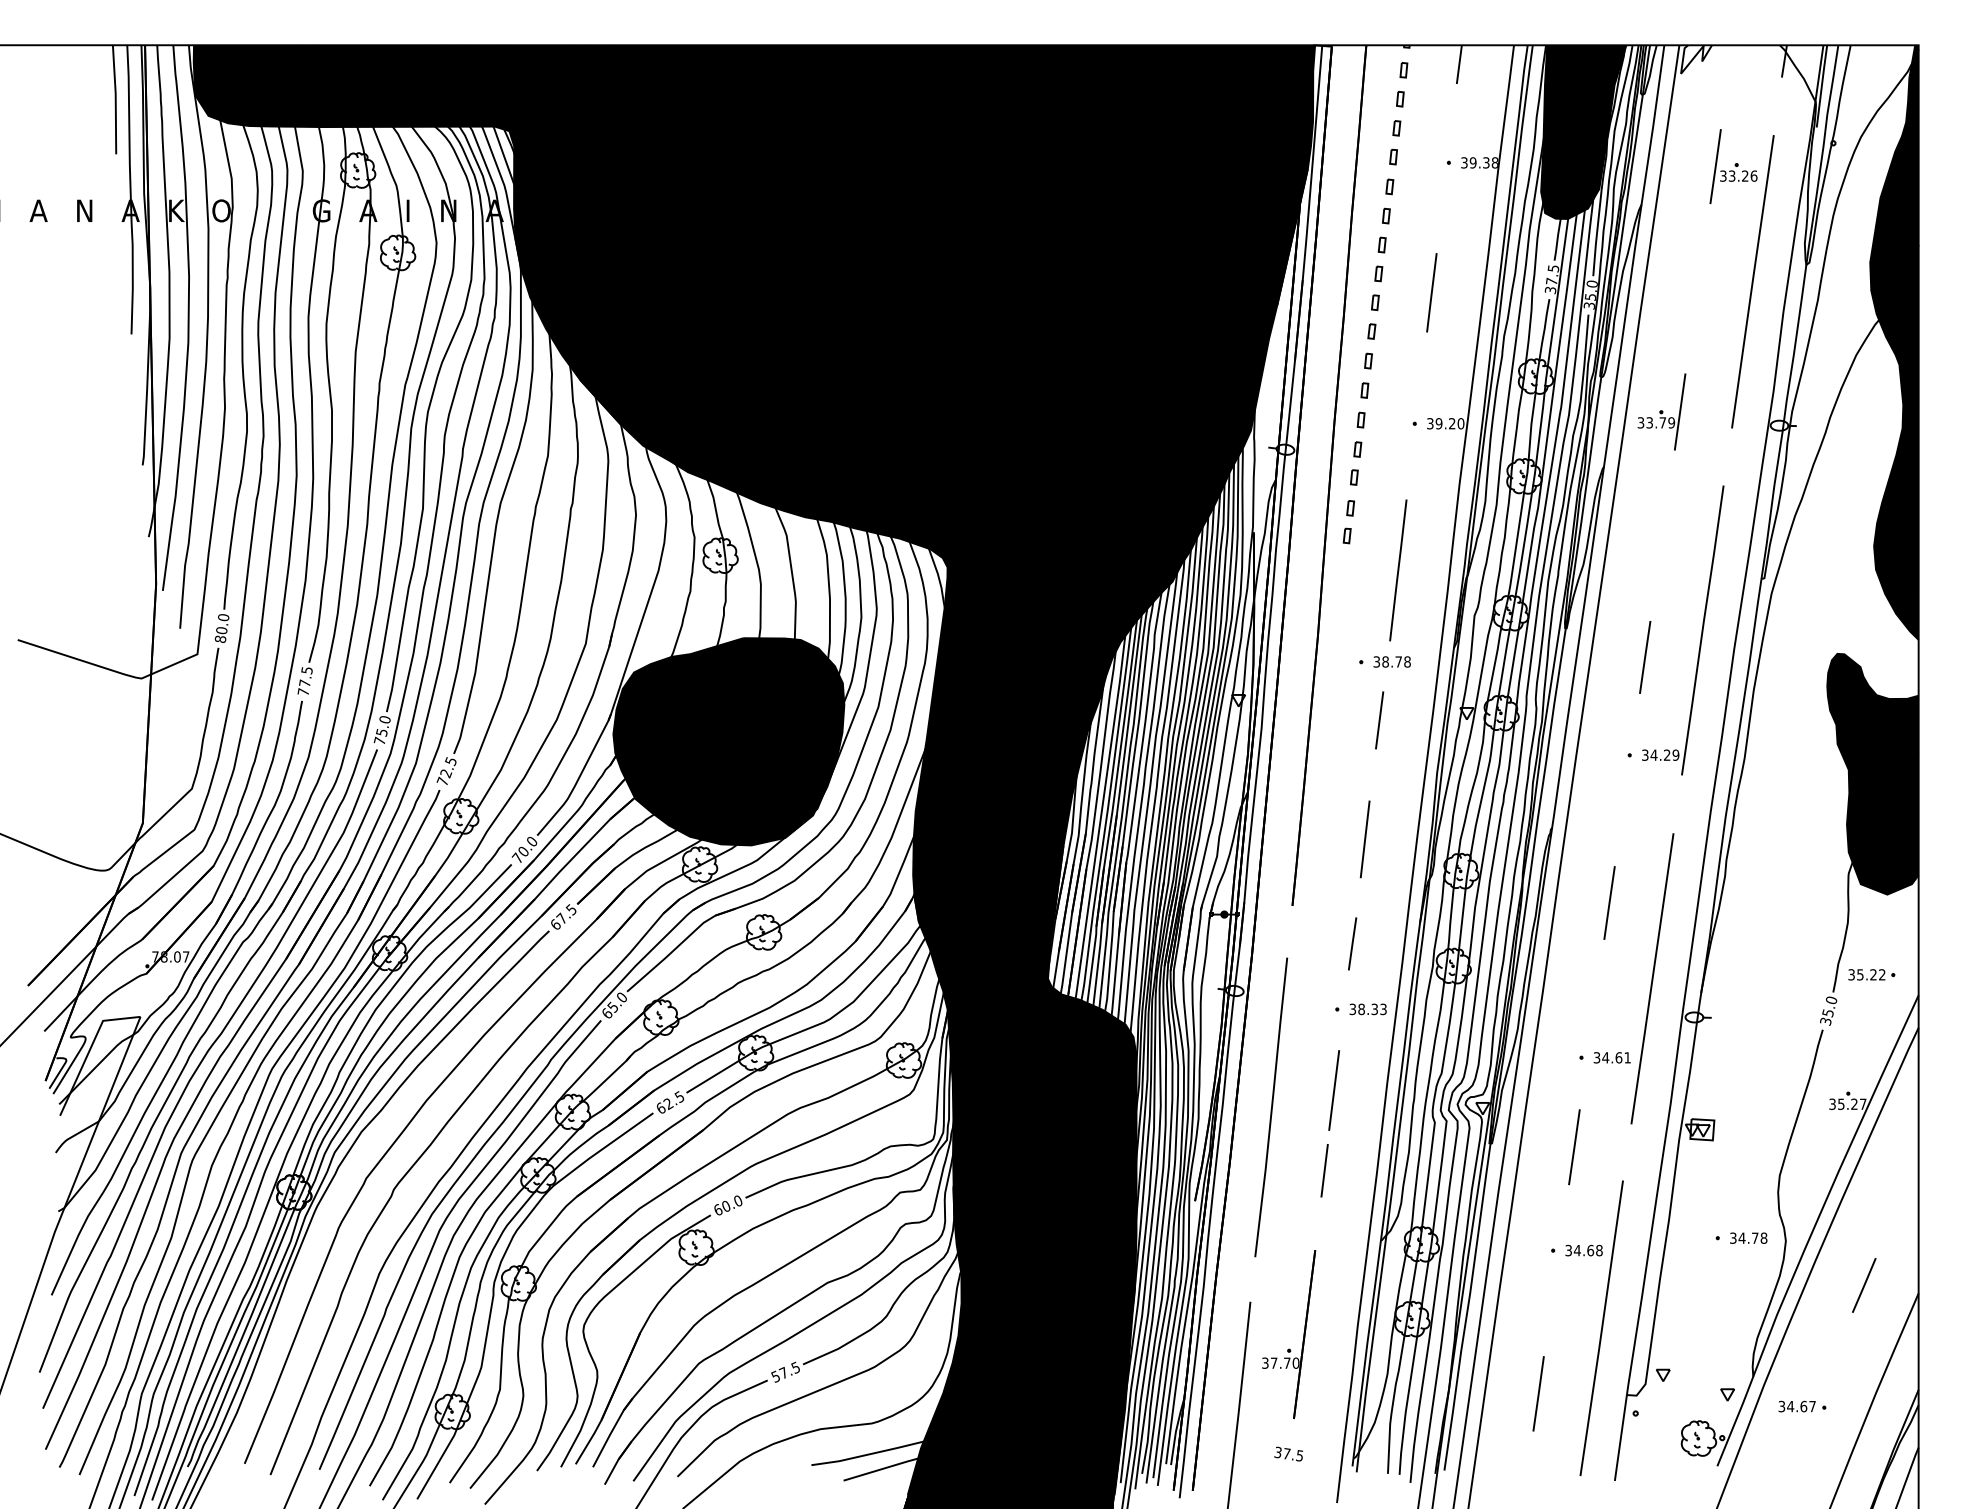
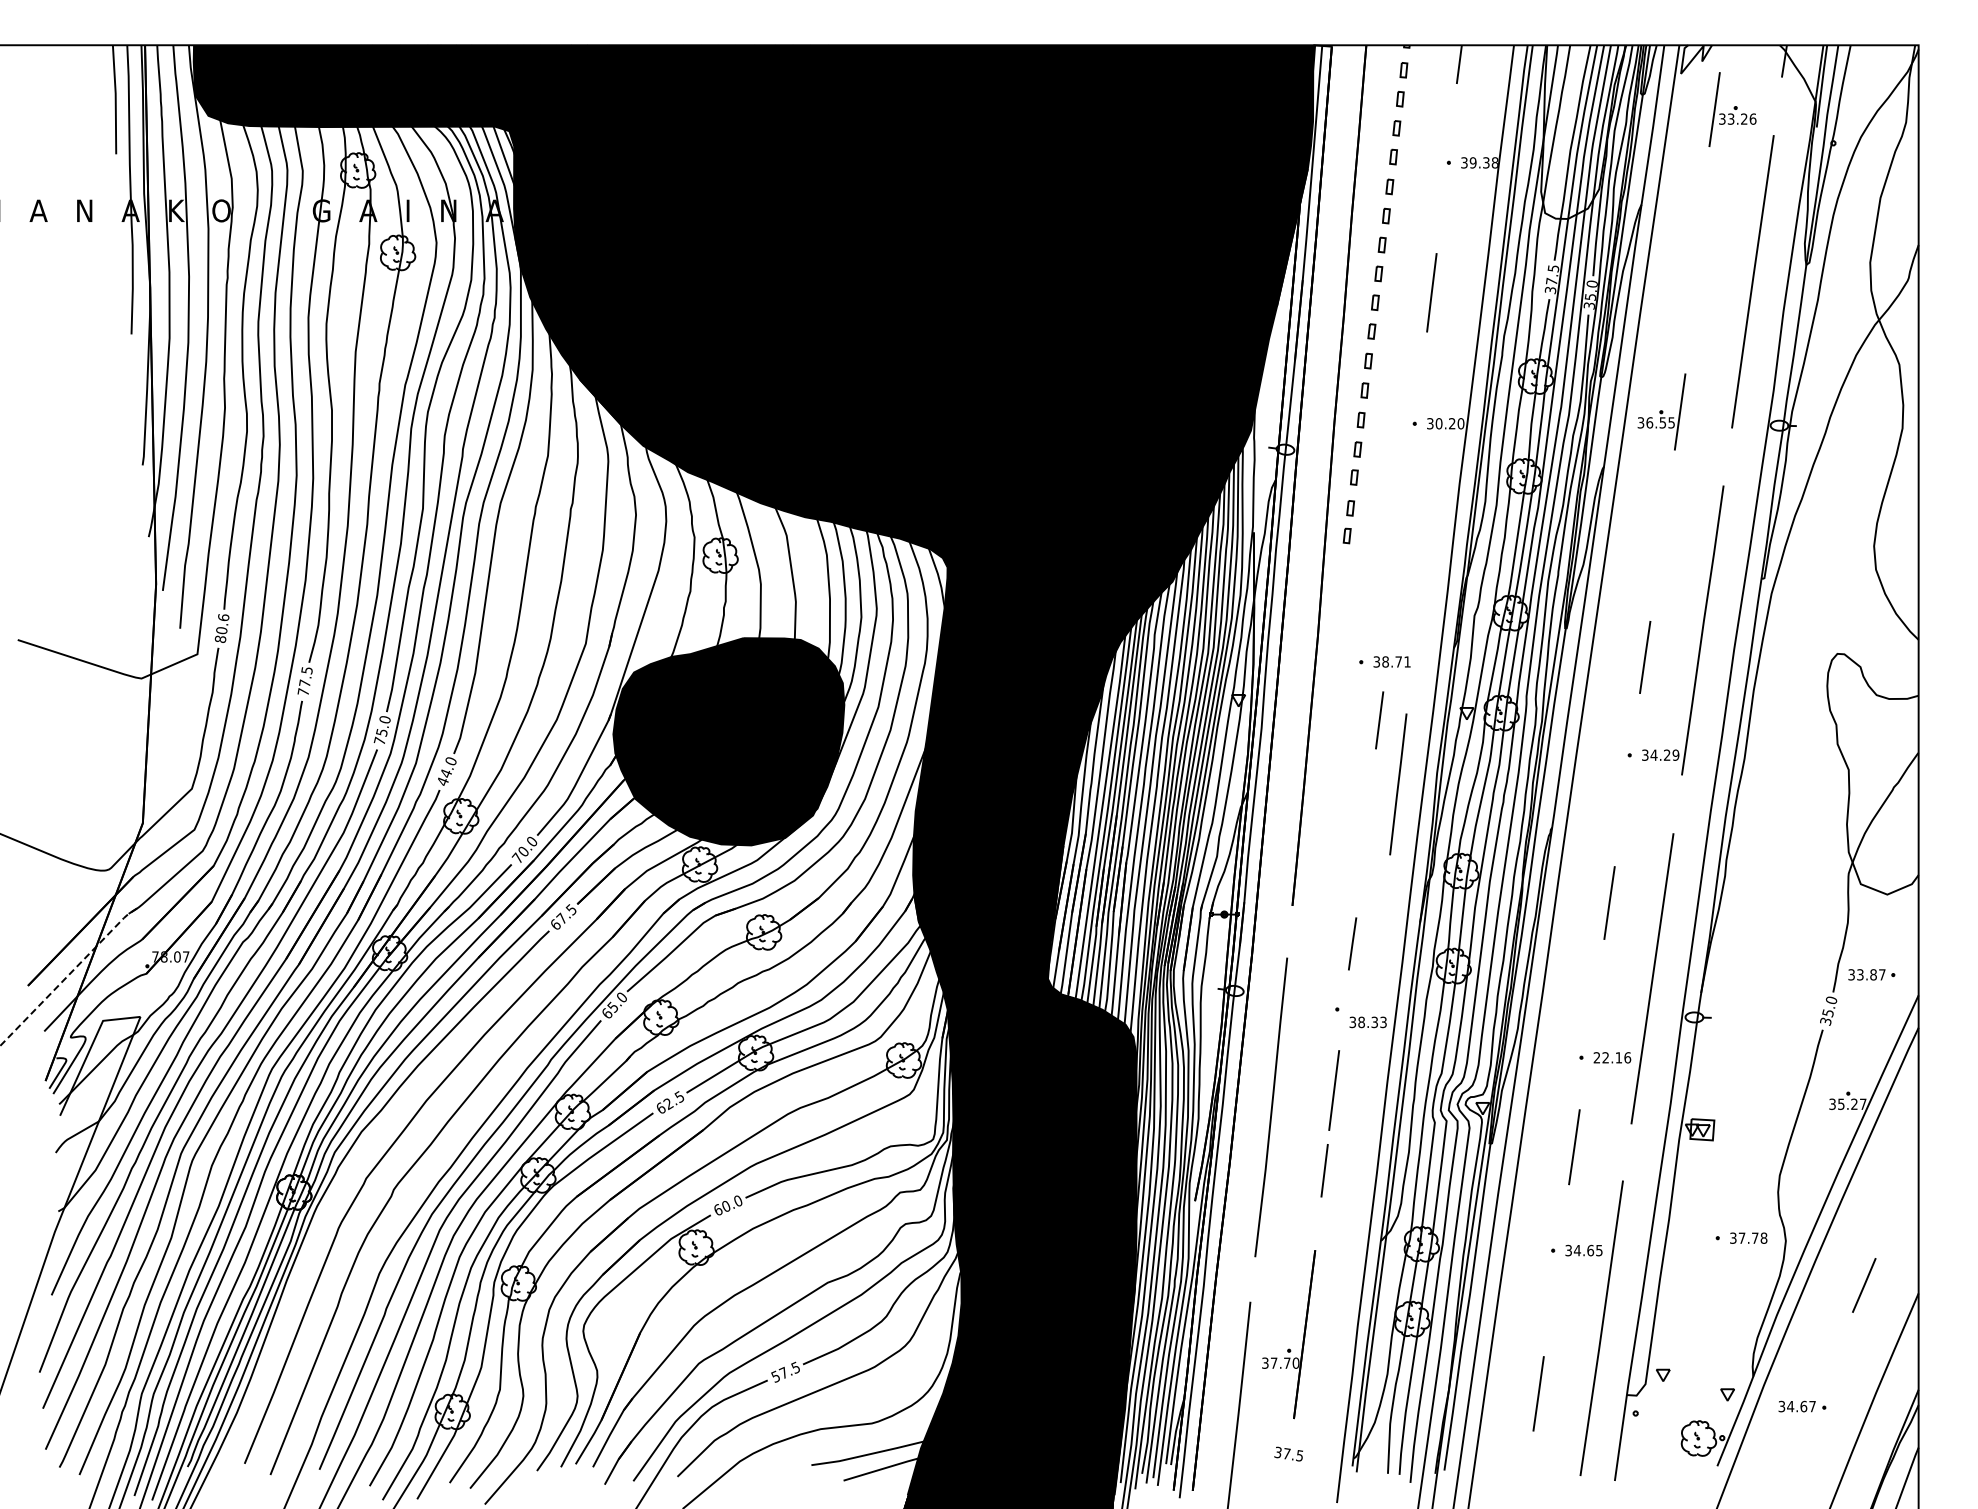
fill at (1583, 131): present -> none
part at (1733, 166) position: (1733, 166) -> (1732, 109)
fill at (1894, 342): present -> none
text at (1660, 422): 33.79 -> 36.55
text at (1438, 423): 39.20 -> 30.20
line at (1398, 570) position: (1398, 570) -> (1398, 784)
text at (223, 617): 80.0 -> 80.6
text at (1407, 661): 38.78 -> 38.71
text at (446, 771): 72.5 -> 44.0
fill at (1872, 773): present -> none
line at (1364, 839): present -> none
line at (69, 974): solid -> dashed
text at (1871, 974): 35.22 -> 33.87
text at (1367, 1009) position: (1367, 1009) -> (1367, 1022)
text at (1612, 1057): 34.61 -> 22.16
text at (1741, 1237): 34.78 -> 37.78
text at (1599, 1250): 34.68 -> 34.65
